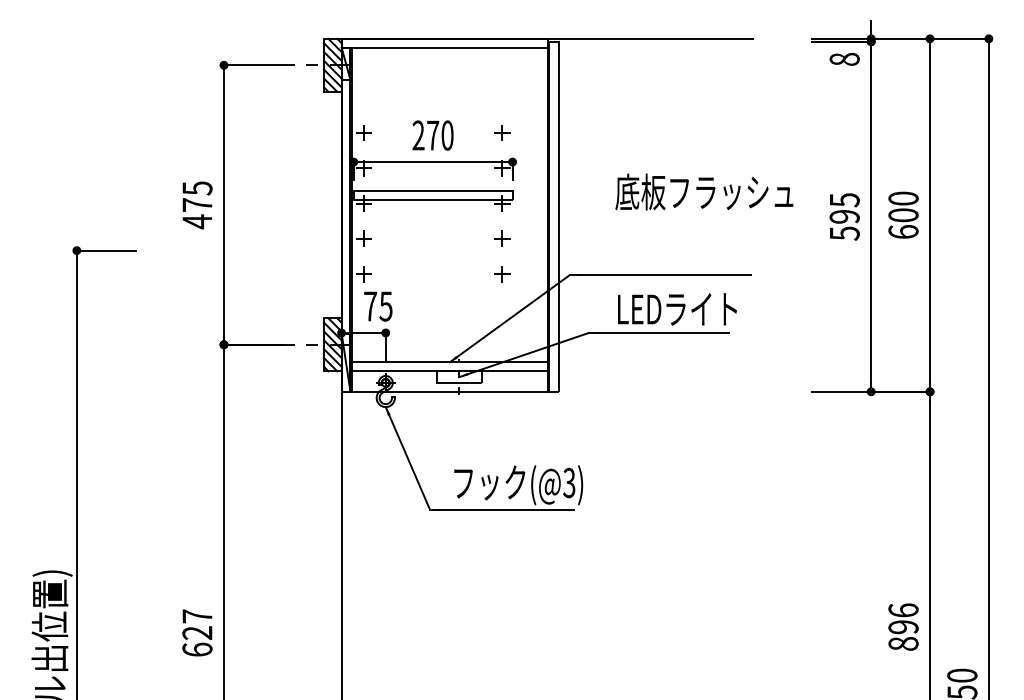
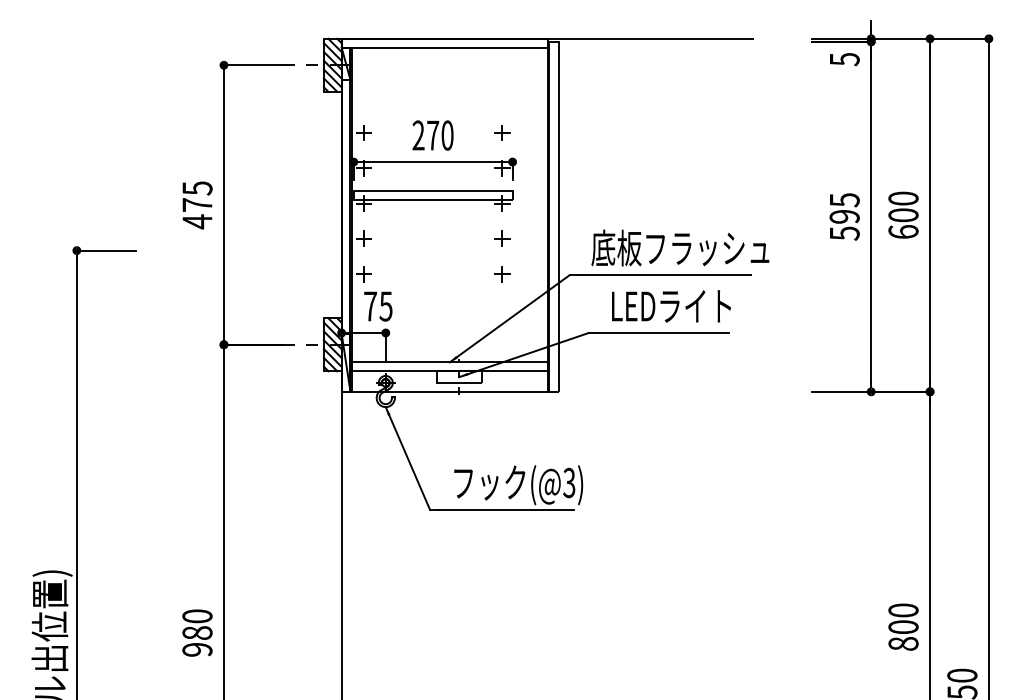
text at (844, 59): 8 -> 5
text at (704, 191) position: (704, 191) -> (680, 247)
text at (677, 309) position: (677, 309) -> (671, 306)
text at (903, 618): 896 -> 800
text at (197, 632): 627 -> 980
